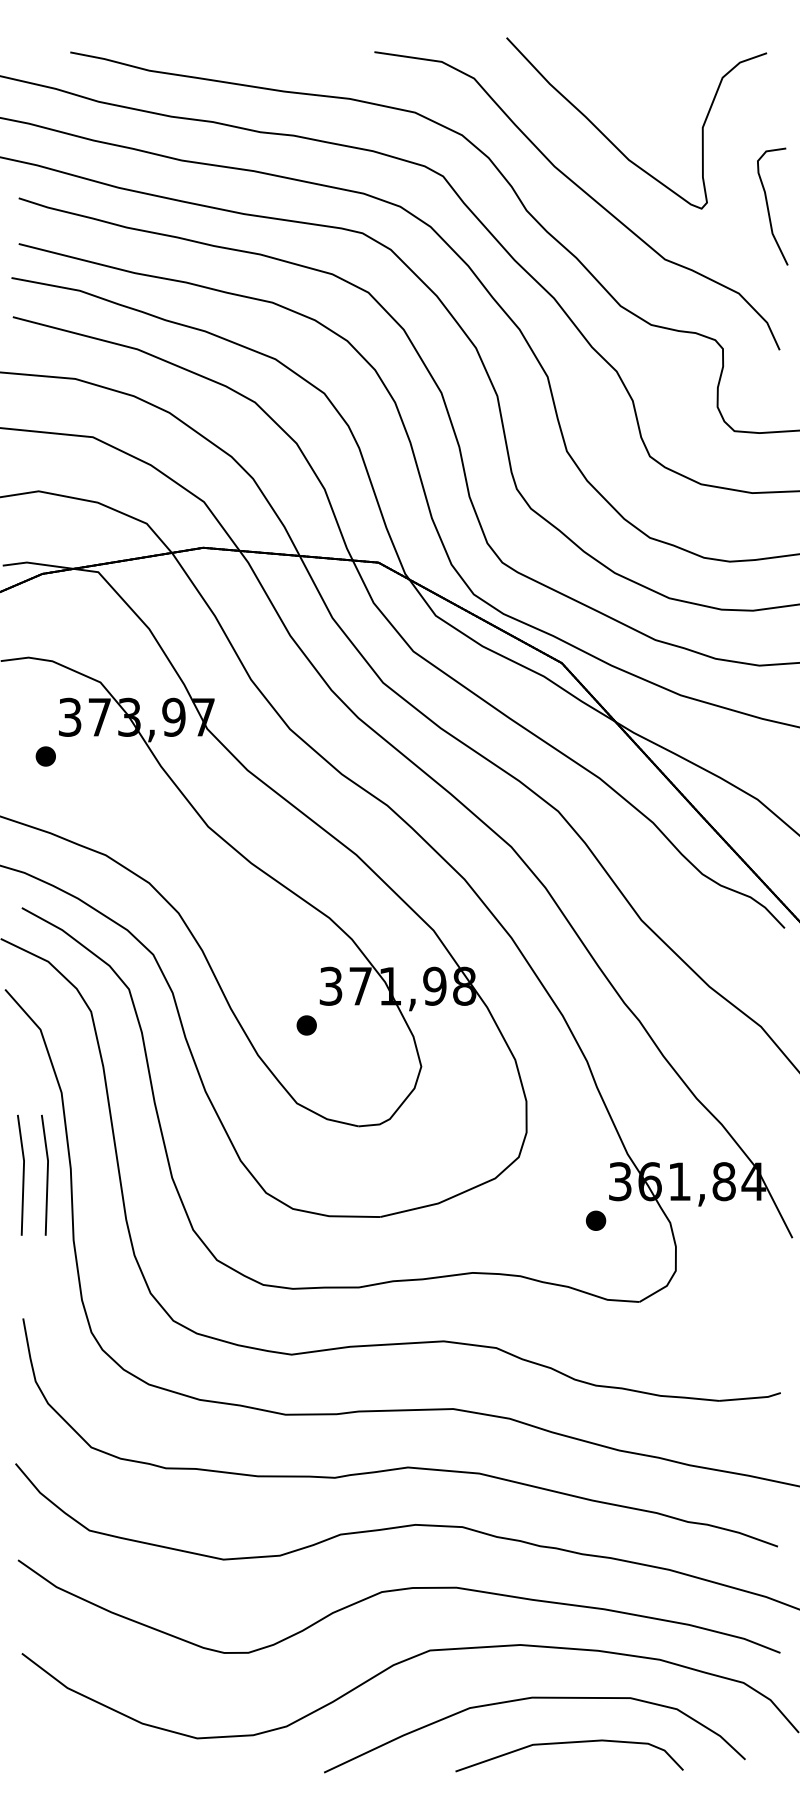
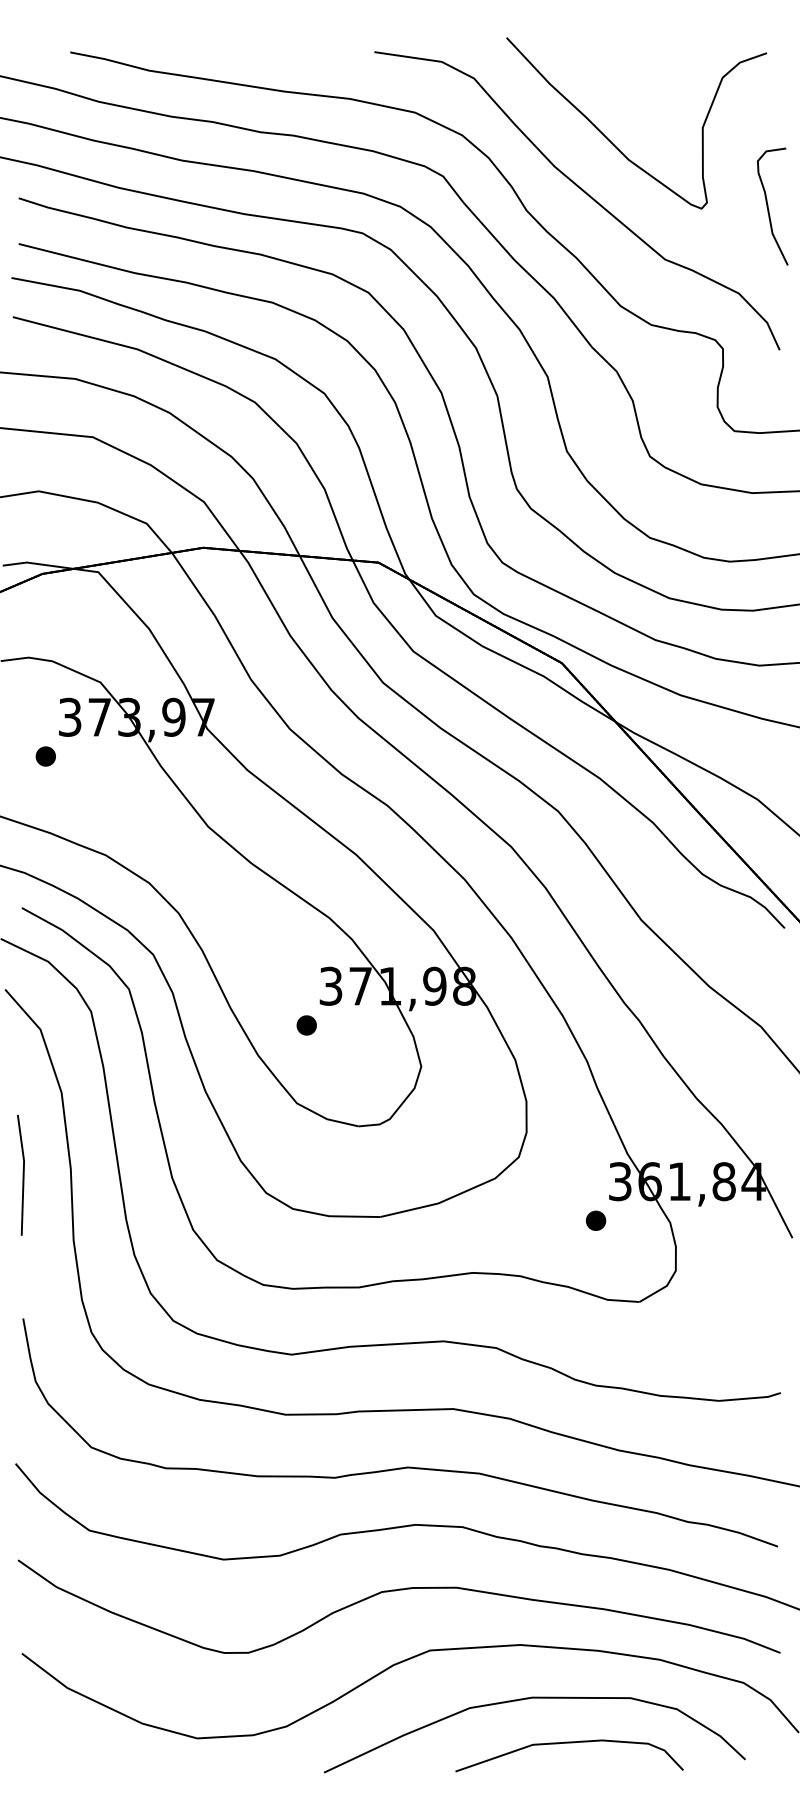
line at (46, 1174): present -> none
